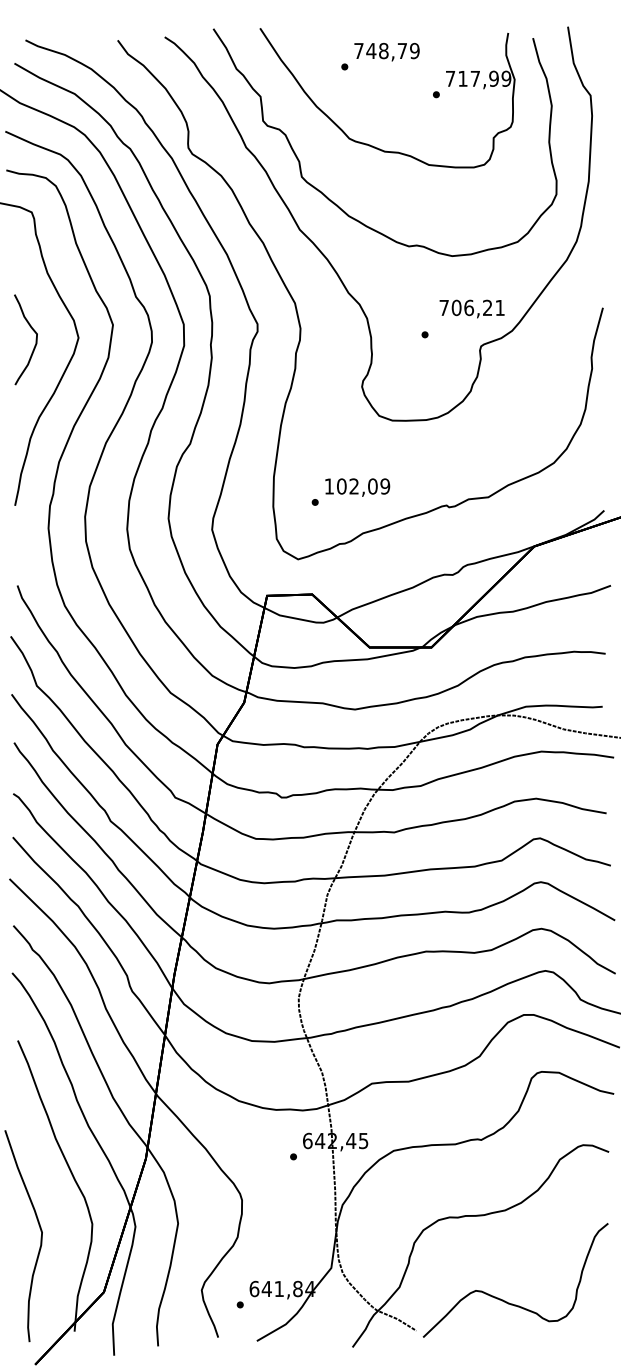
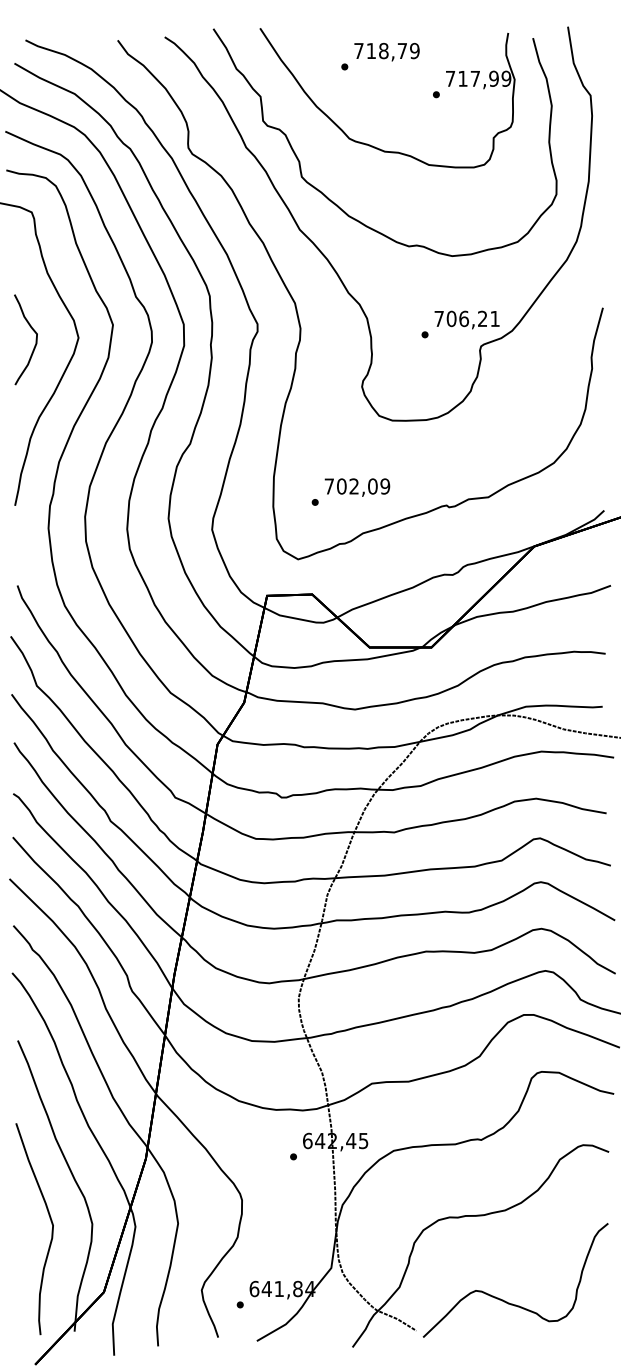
text at (371, 50): 748,79 -> 718,79
text at (471, 308) position: (471, 308) -> (466, 319)
text at (328, 486): 102,09 -> 702,09
curve at (40, 1237) position: (40, 1237) -> (51, 1230)
